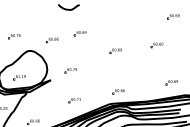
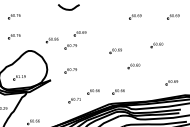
part at (14, 16): none -> present
part at (135, 16): none -> present
part at (70, 46): none -> present
part at (133, 66): none -> present
part at (93, 91): none -> present
